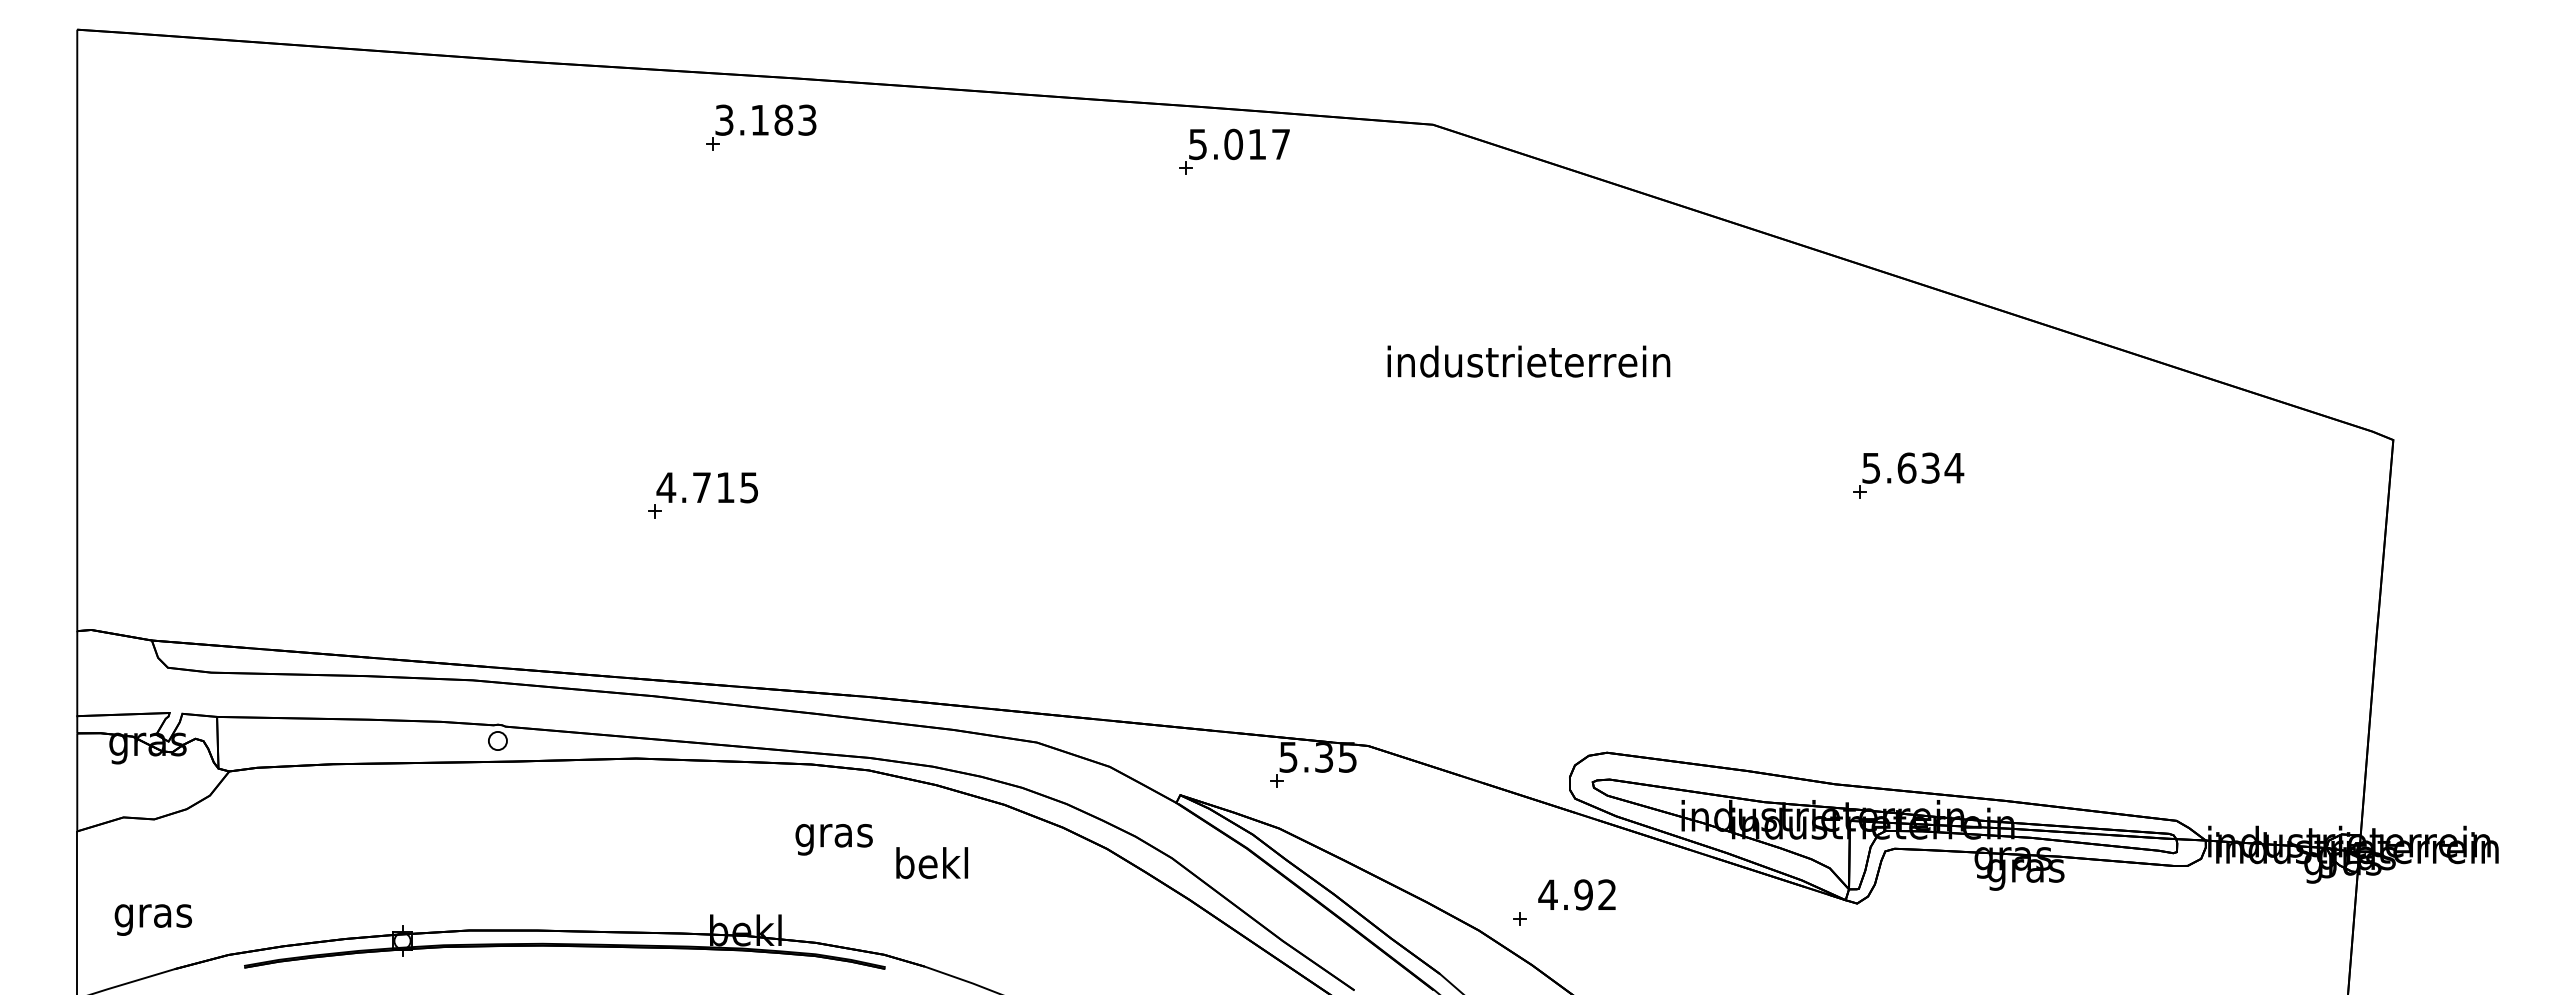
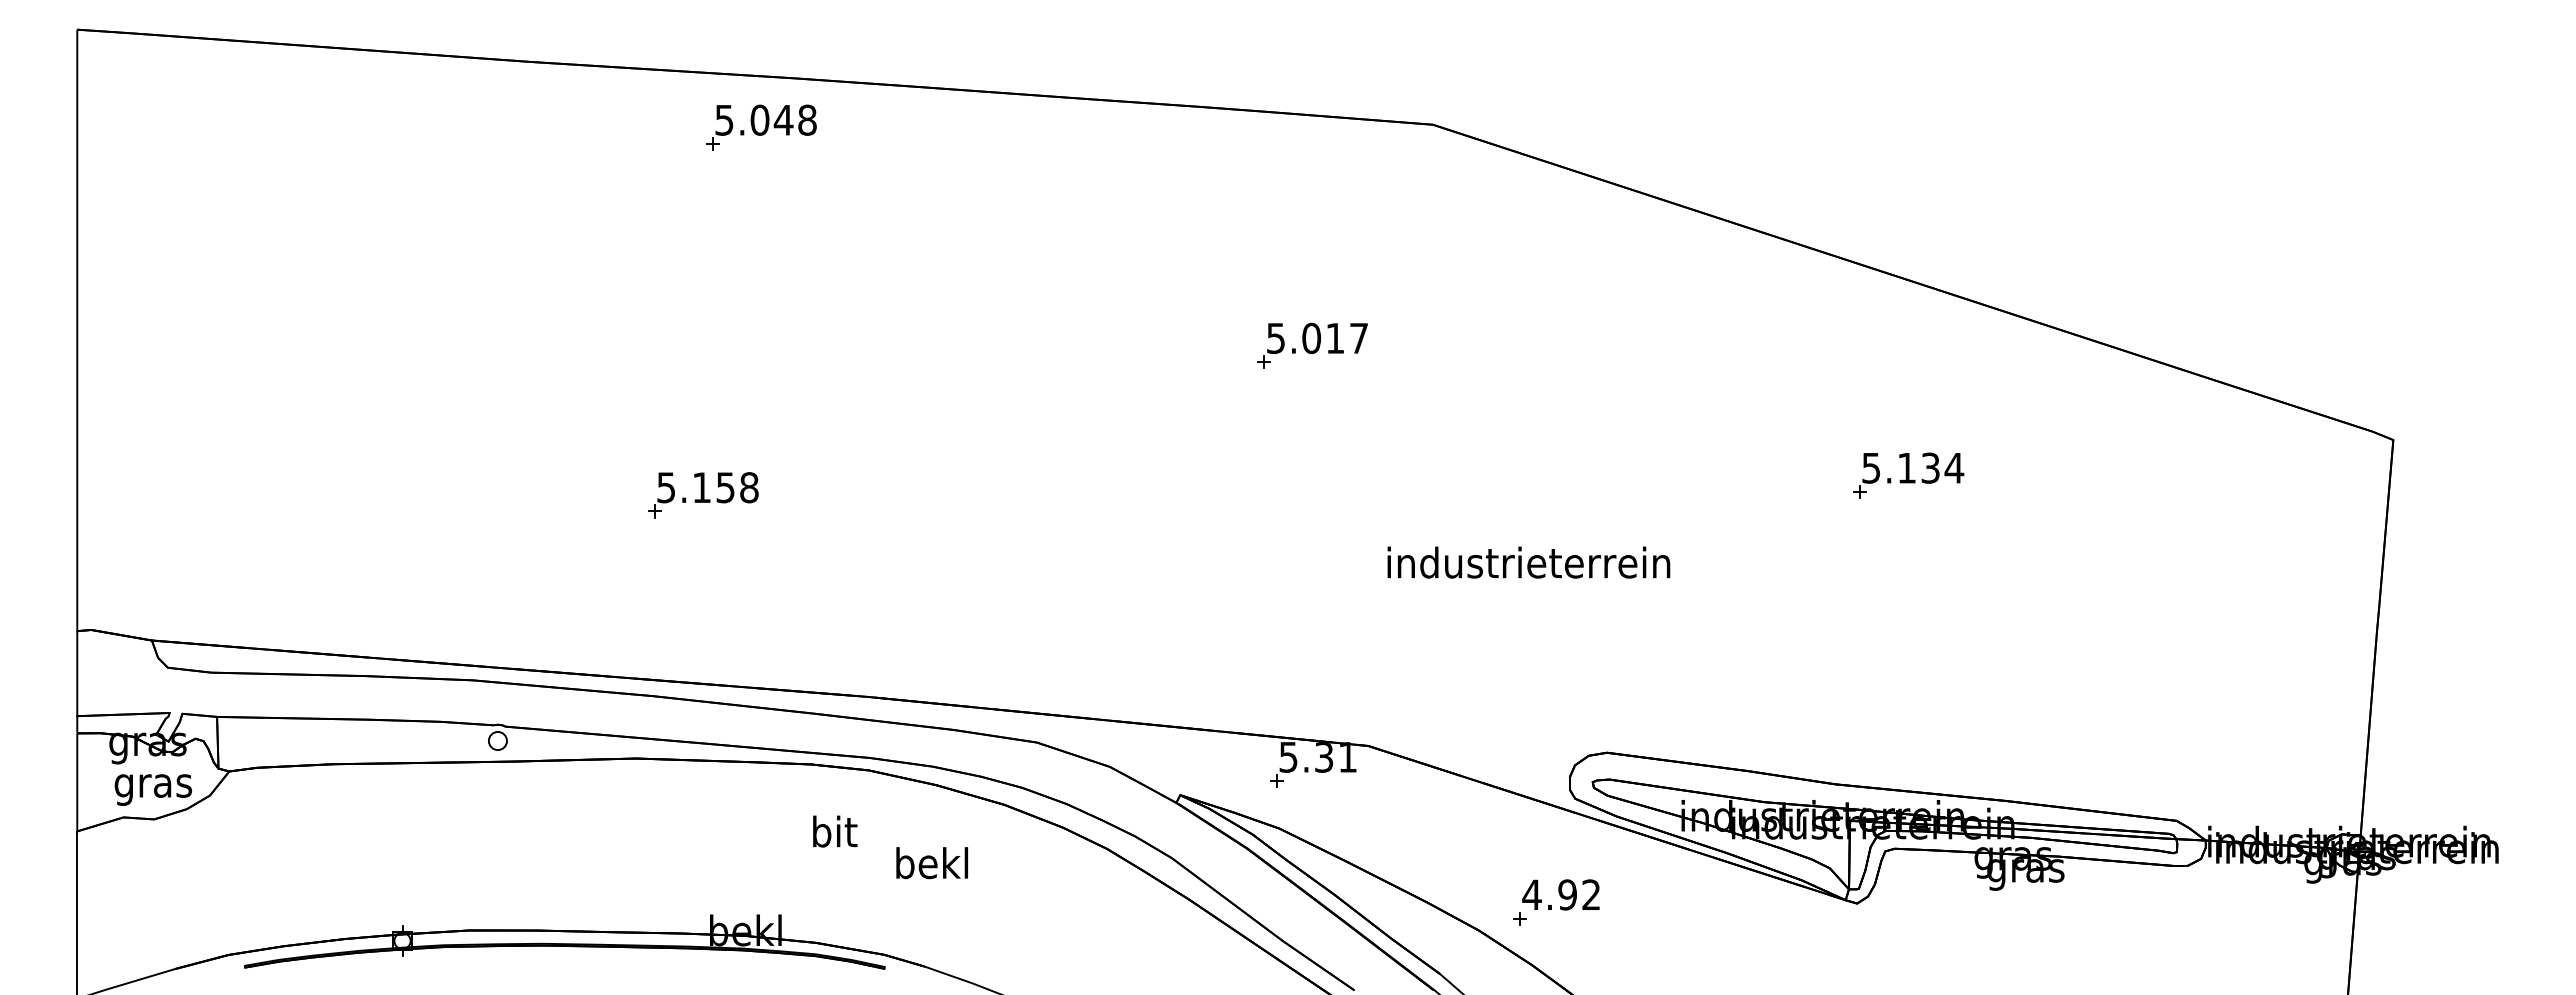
text at (766, 119): 3.183 -> 5.048
part at (1234, 151) position: (1234, 151) -> (1312, 345)
text at (1528, 361) position: (1528, 361) -> (1528, 562)
text at (1906, 467): 5.634 -> 5.134
text at (707, 487): 4.715 -> 5.158
text at (1347, 757): 5.35 -> 5.31
text at (833, 835): gras -> bit
text at (1576, 894) position: (1576, 894) -> (1560, 894)
text at (152, 919) position: (152, 919) -> (152, 789)
